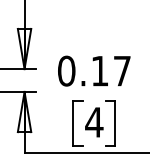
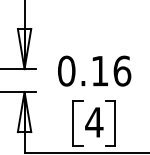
text at (122, 70): 0.17 -> 0.16
